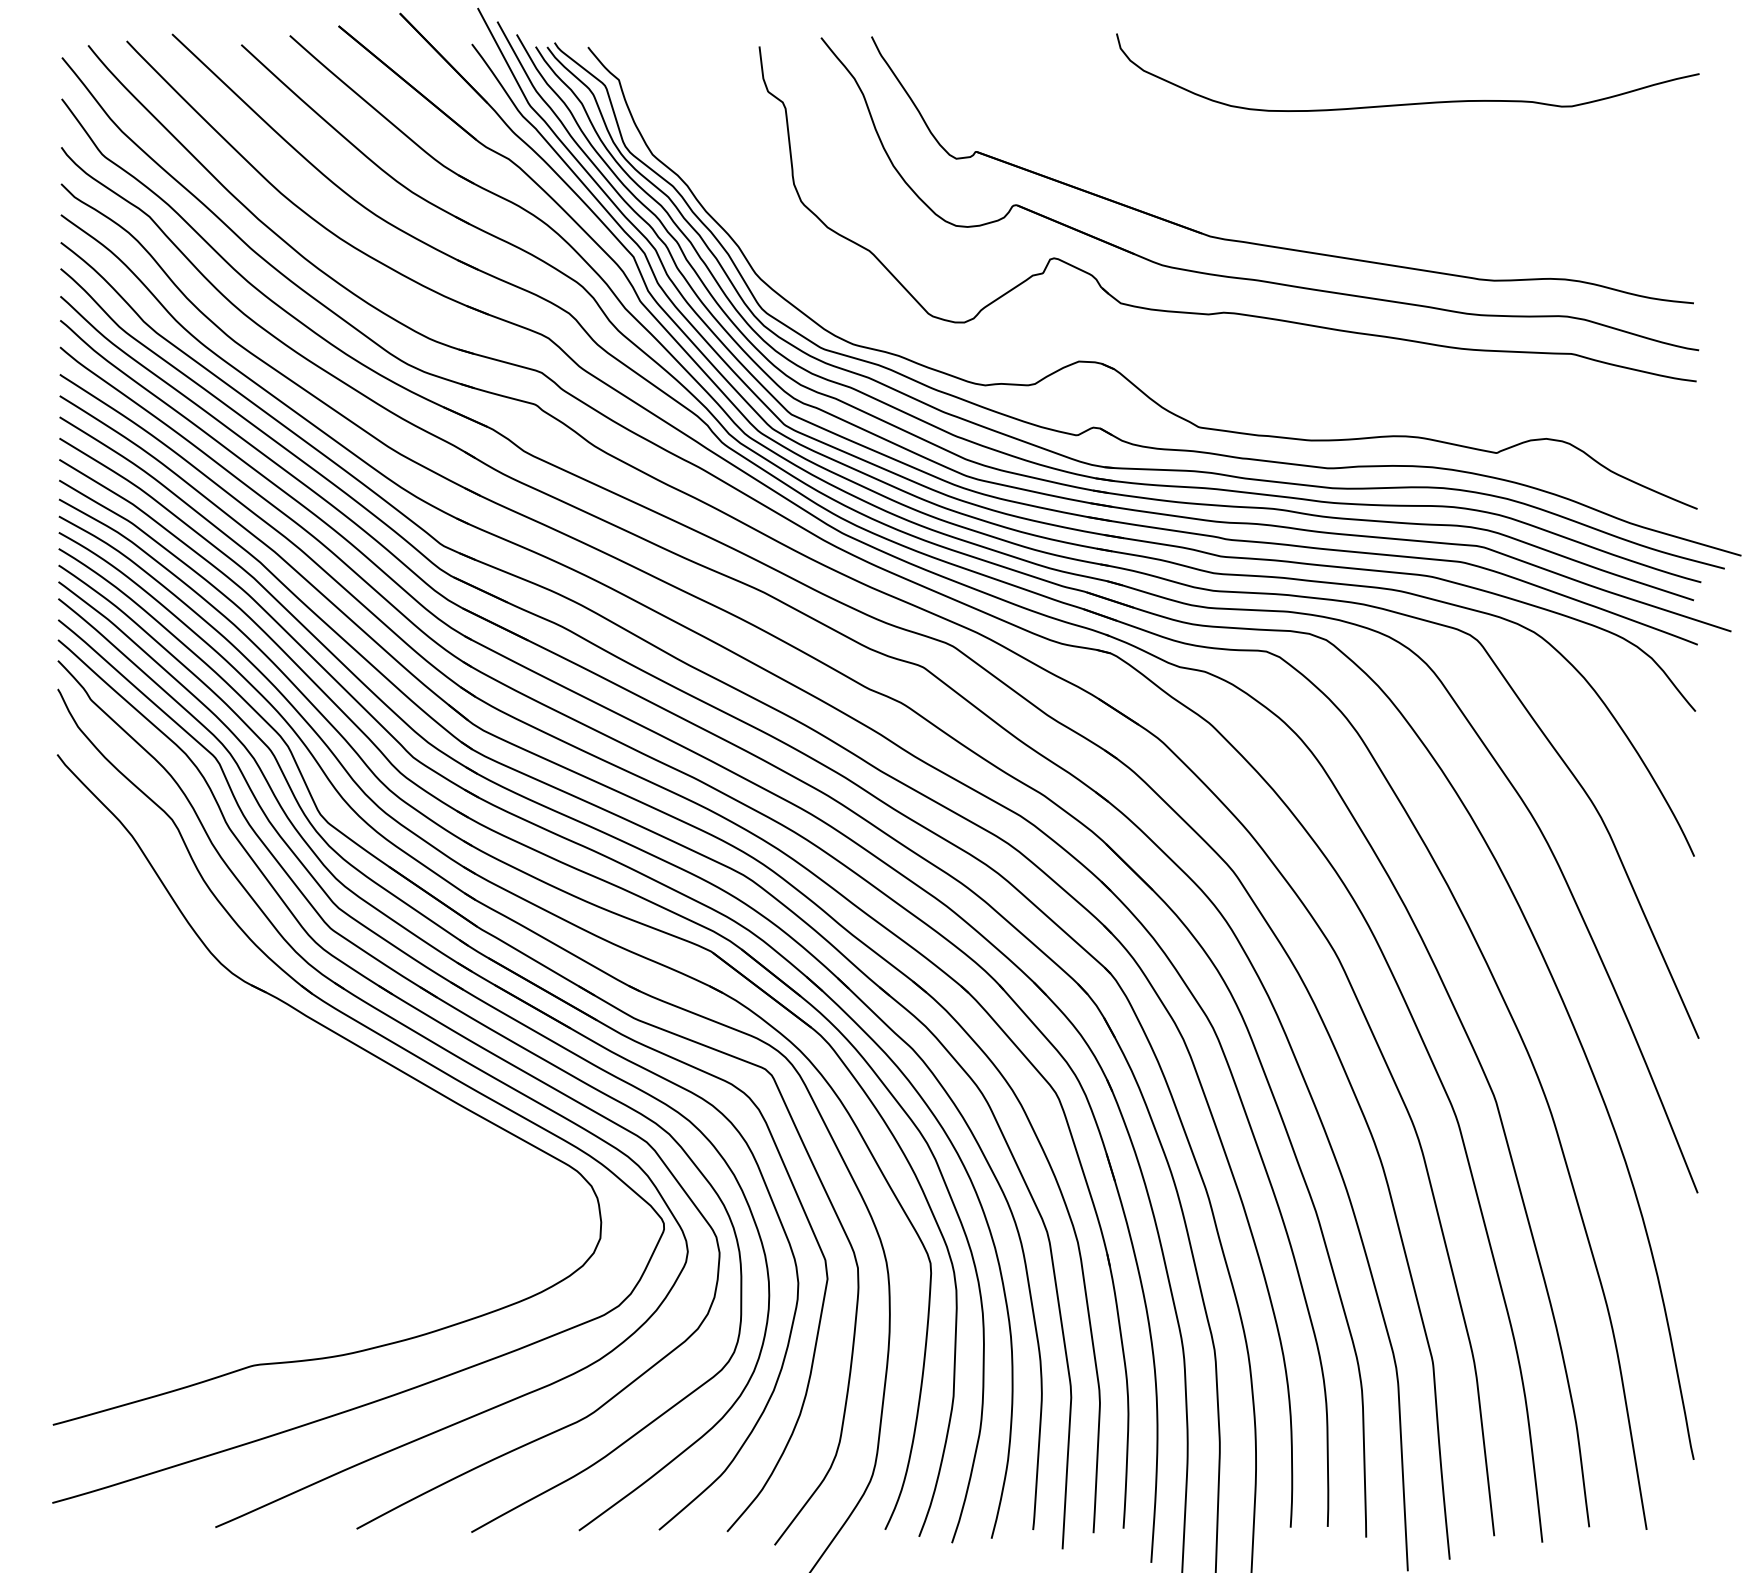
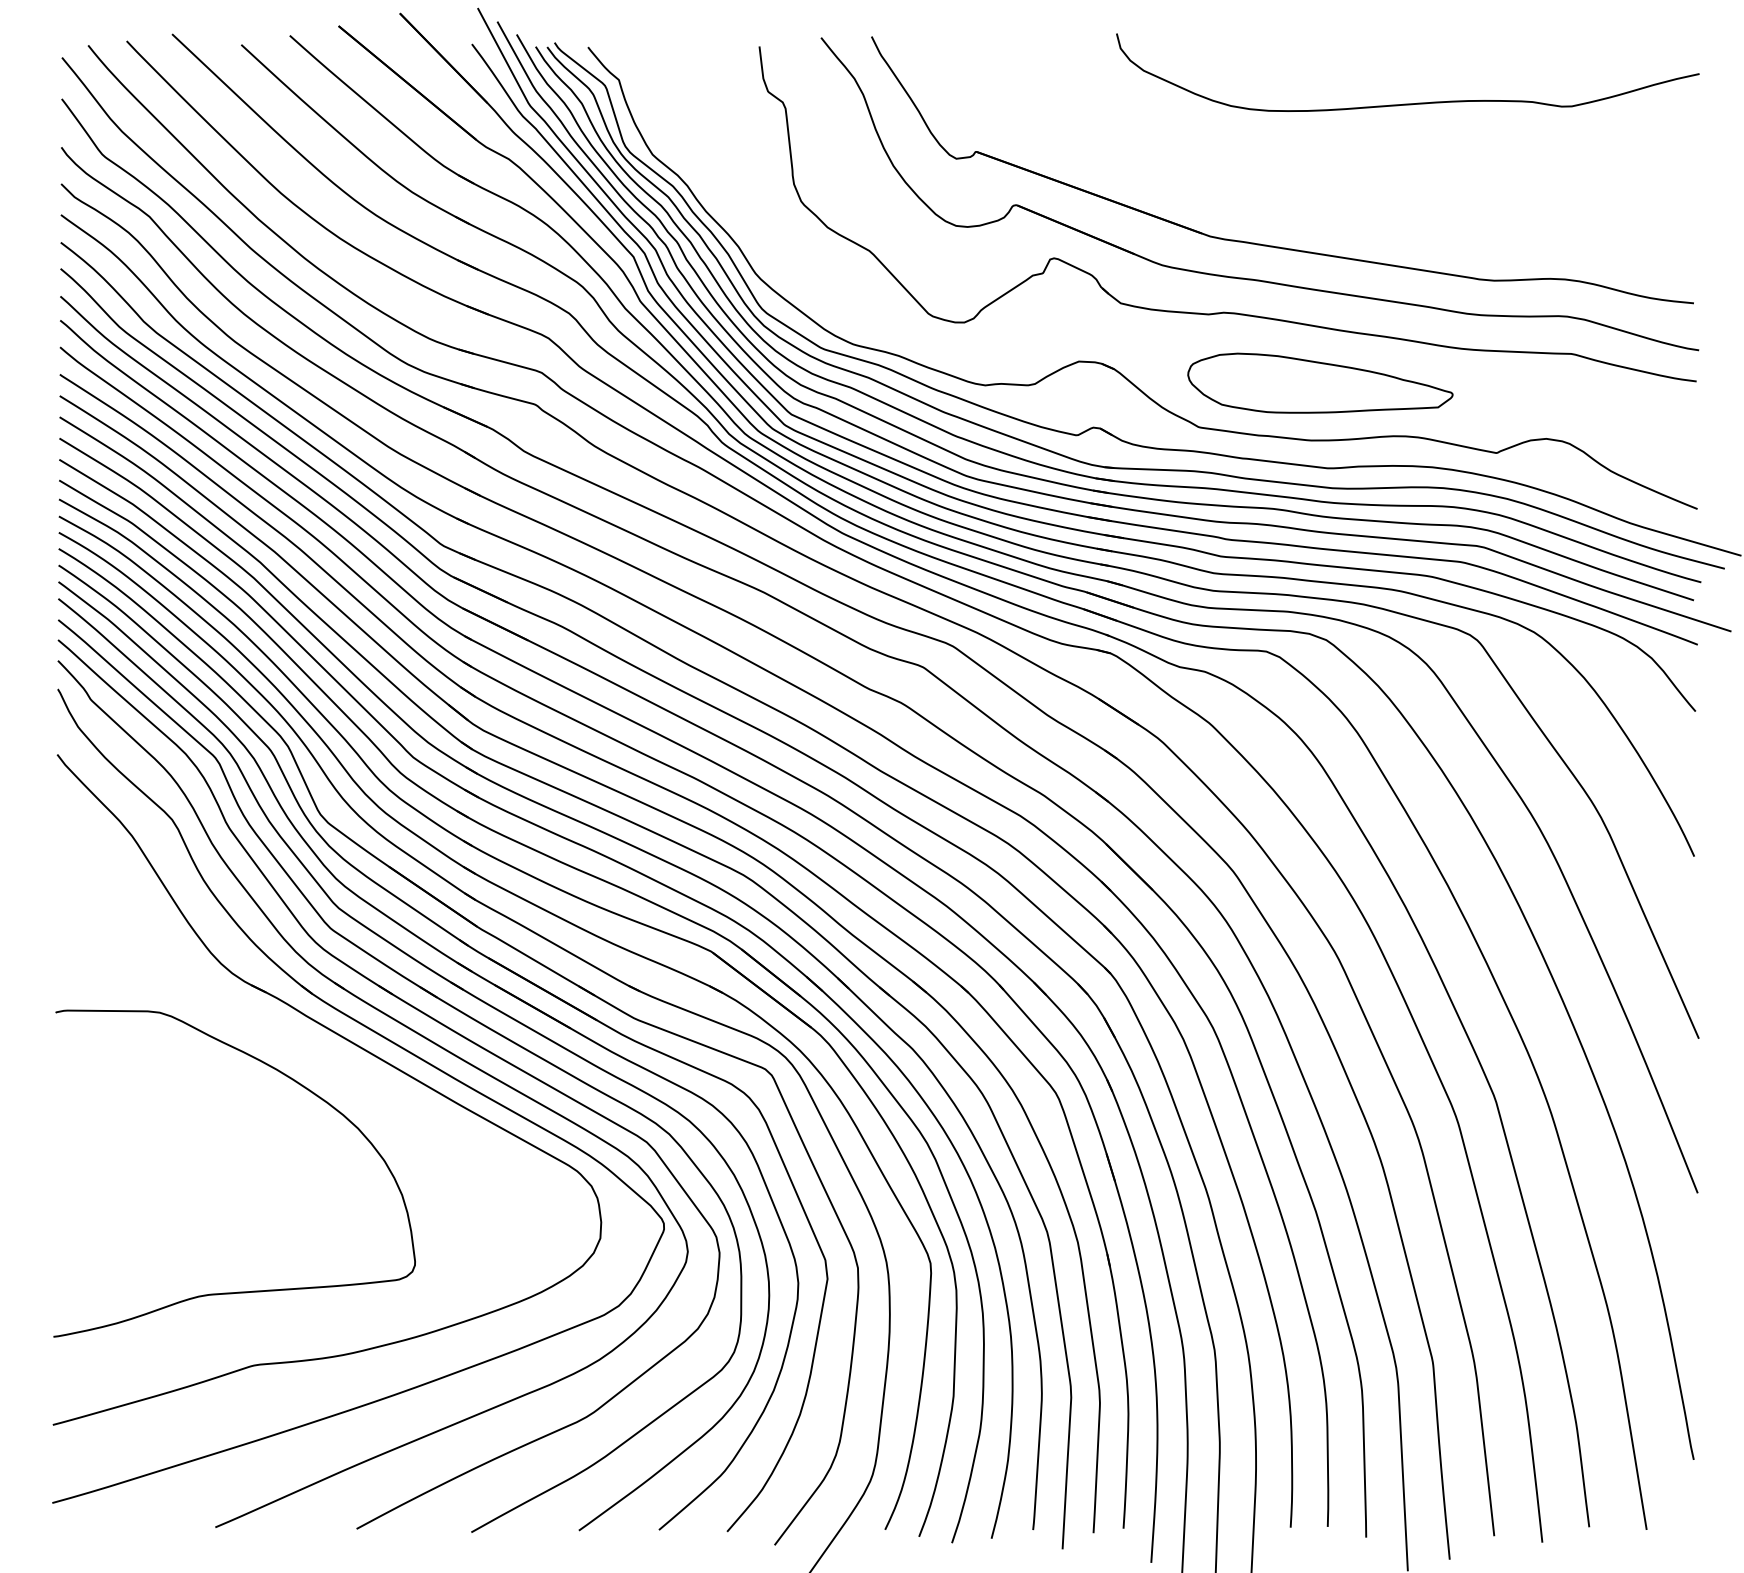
part at (1320, 382): none -> present
curve at (290, 1079): none -> present
